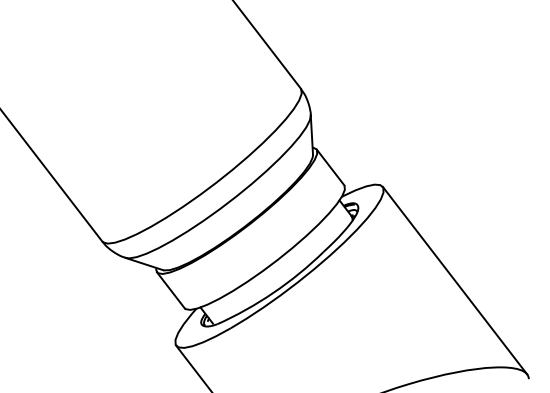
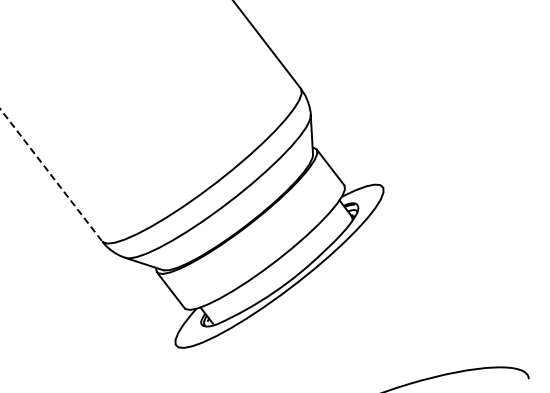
line at (51, 175): solid -> dashed
line at (454, 280): present -> none
line at (193, 367): present -> none
